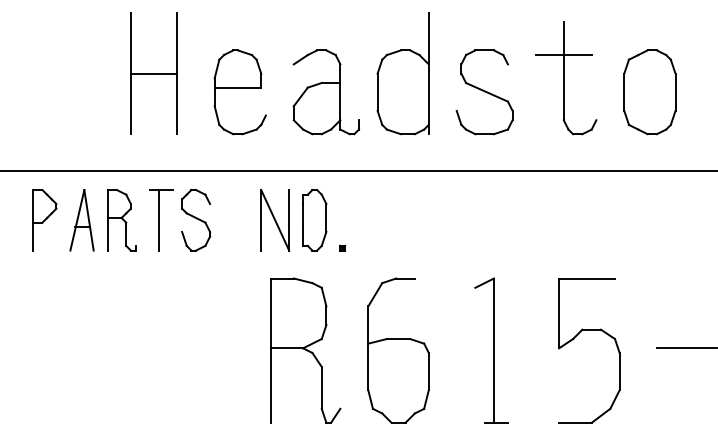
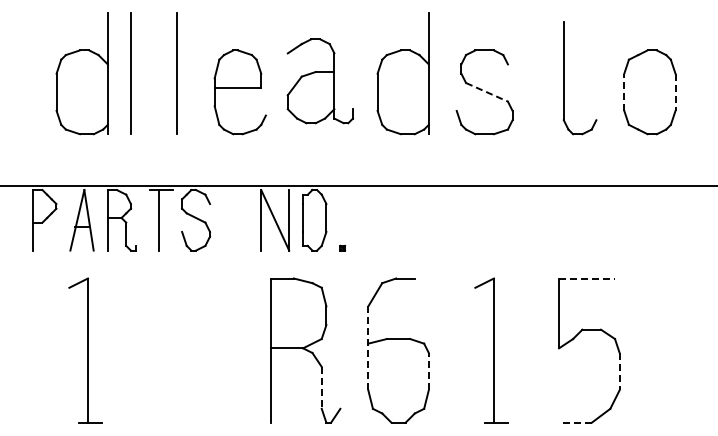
line at (563, 55): present -> none
part at (81, 73): none -> present
line at (153, 73): present -> none
part at (326, 92) position: (326, 92) -> (320, 81)
line at (486, 92): solid -> dashed
line at (624, 92): solid -> dashed
line at (675, 92): solid -> dashed
line at (358, 171) position: (358, 171) -> (358, 186)
line at (587, 278): solid -> dashed
line at (368, 348): solid -> dashed
line at (685, 348): present -> none
part at (85, 350): none -> present
line at (428, 371): solid -> dashed
line at (619, 371): solid -> dashed
line at (321, 387): solid -> dashed
line at (574, 422): solid -> dashed
